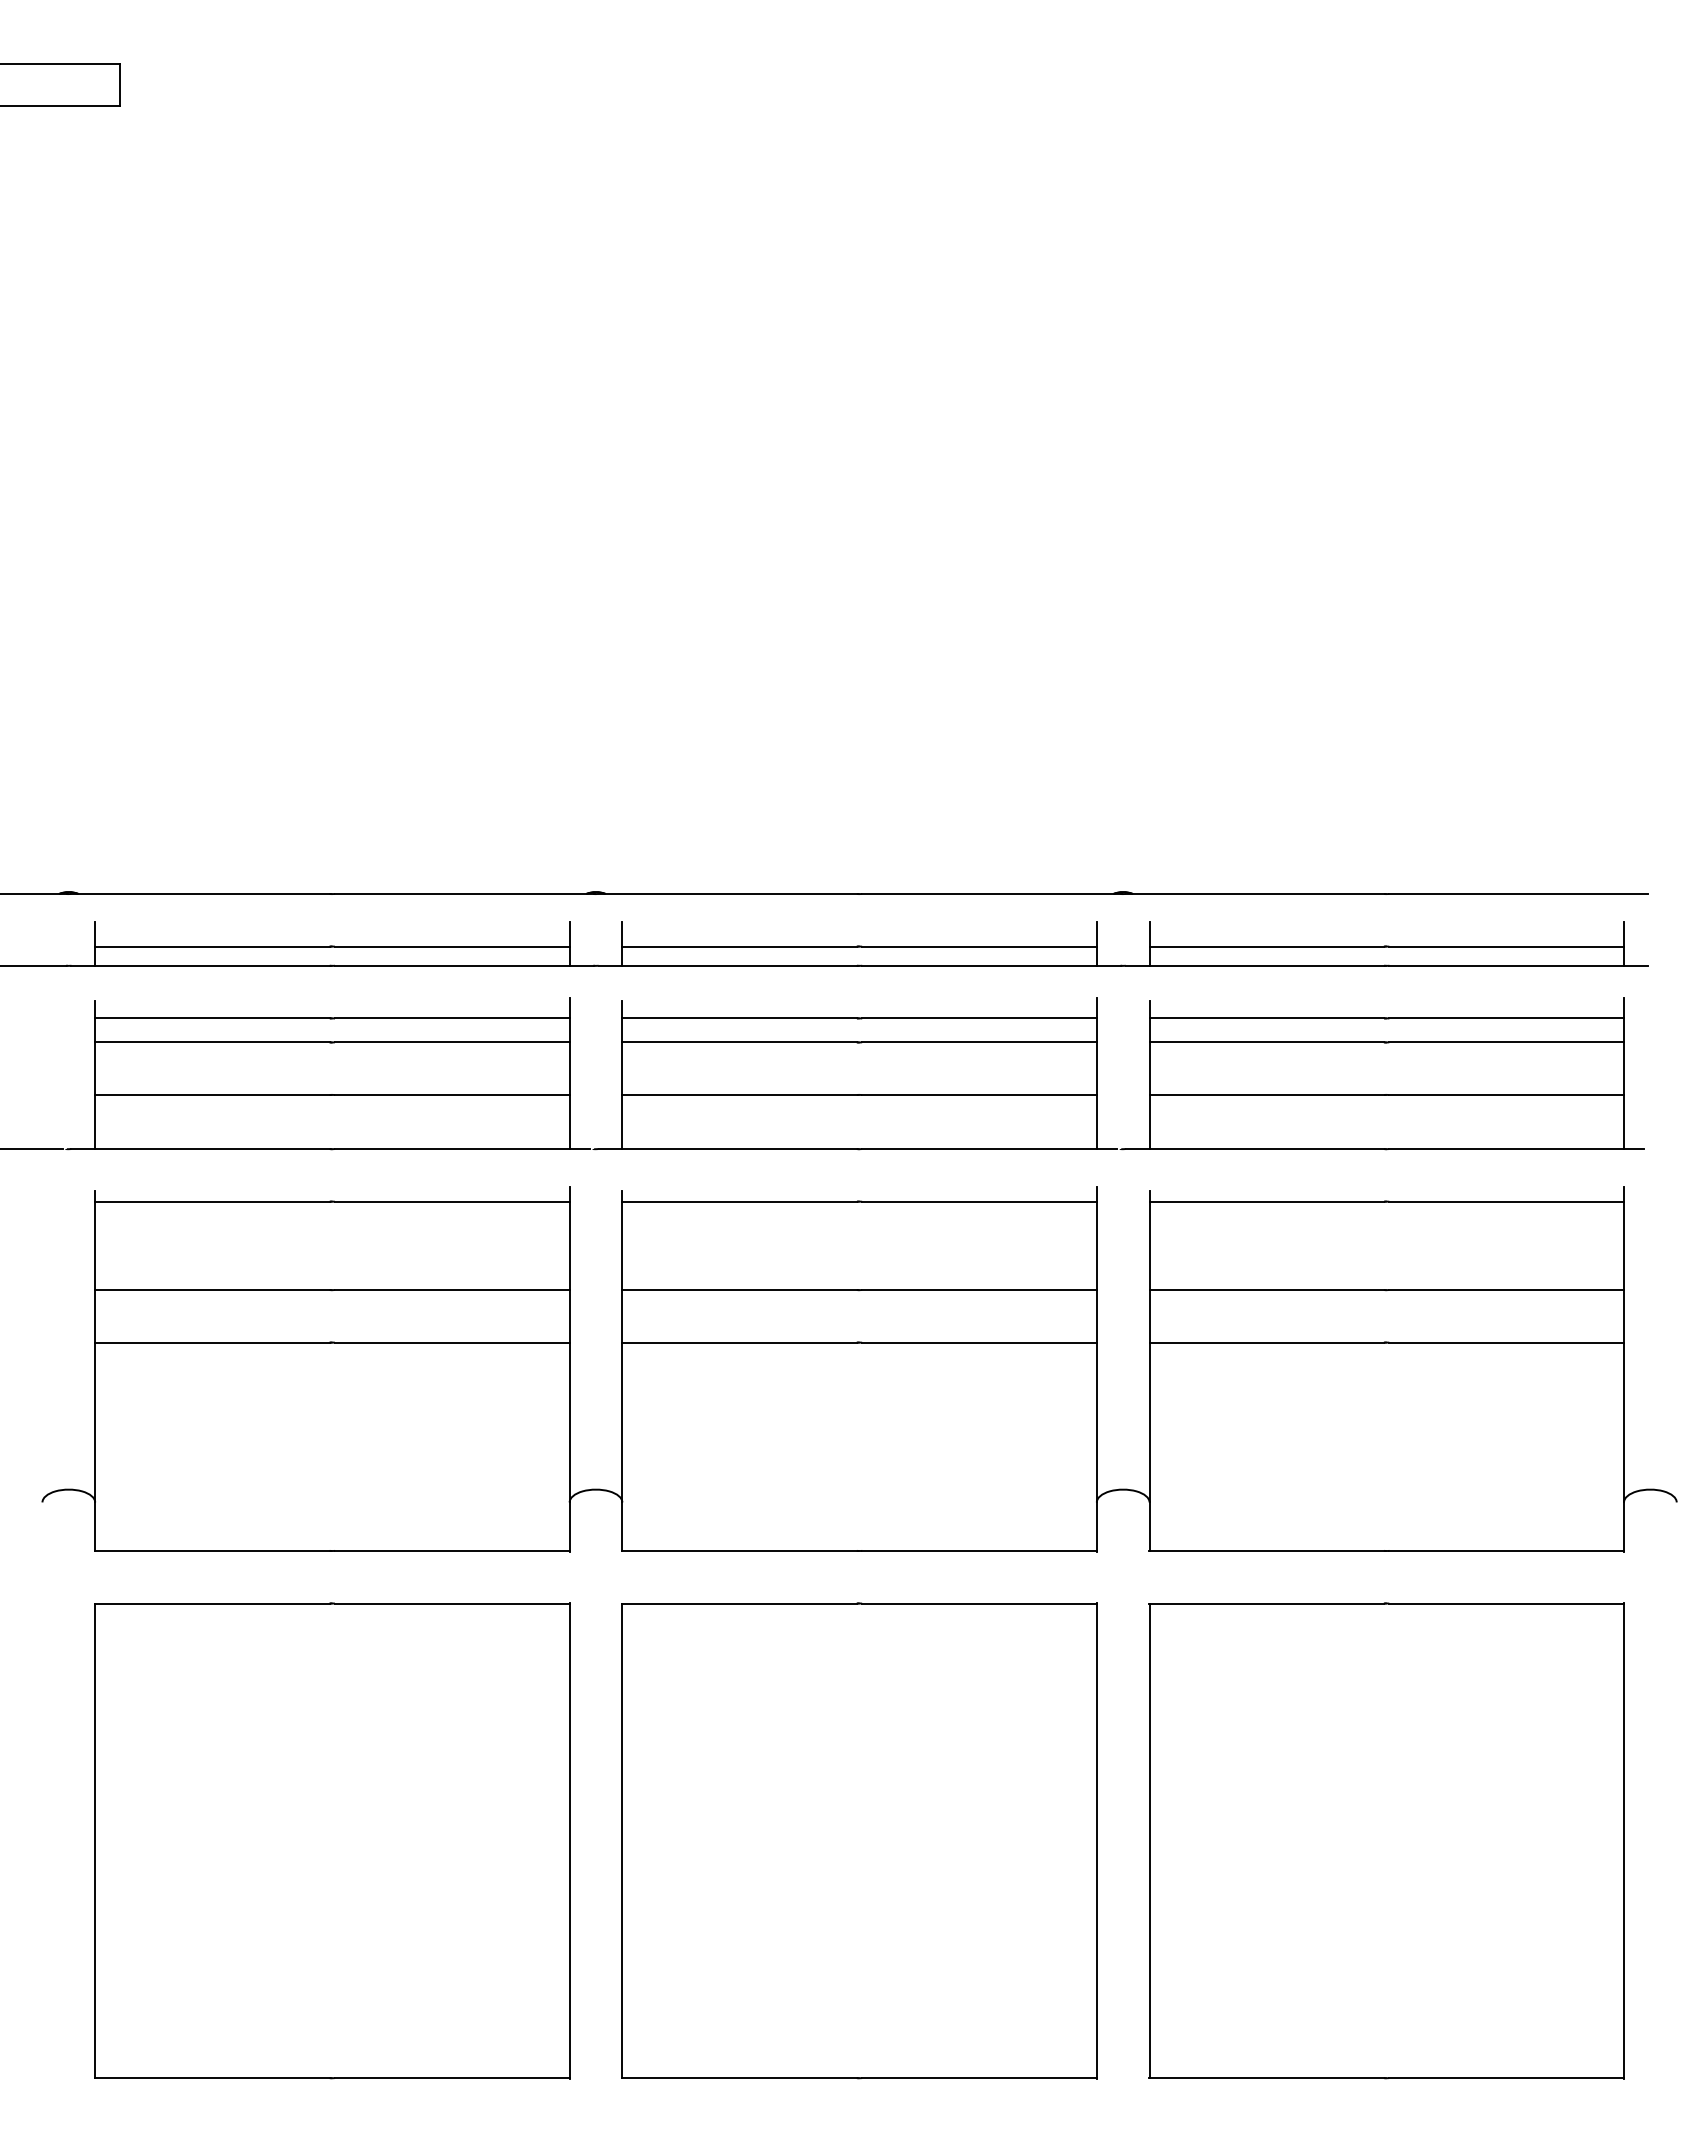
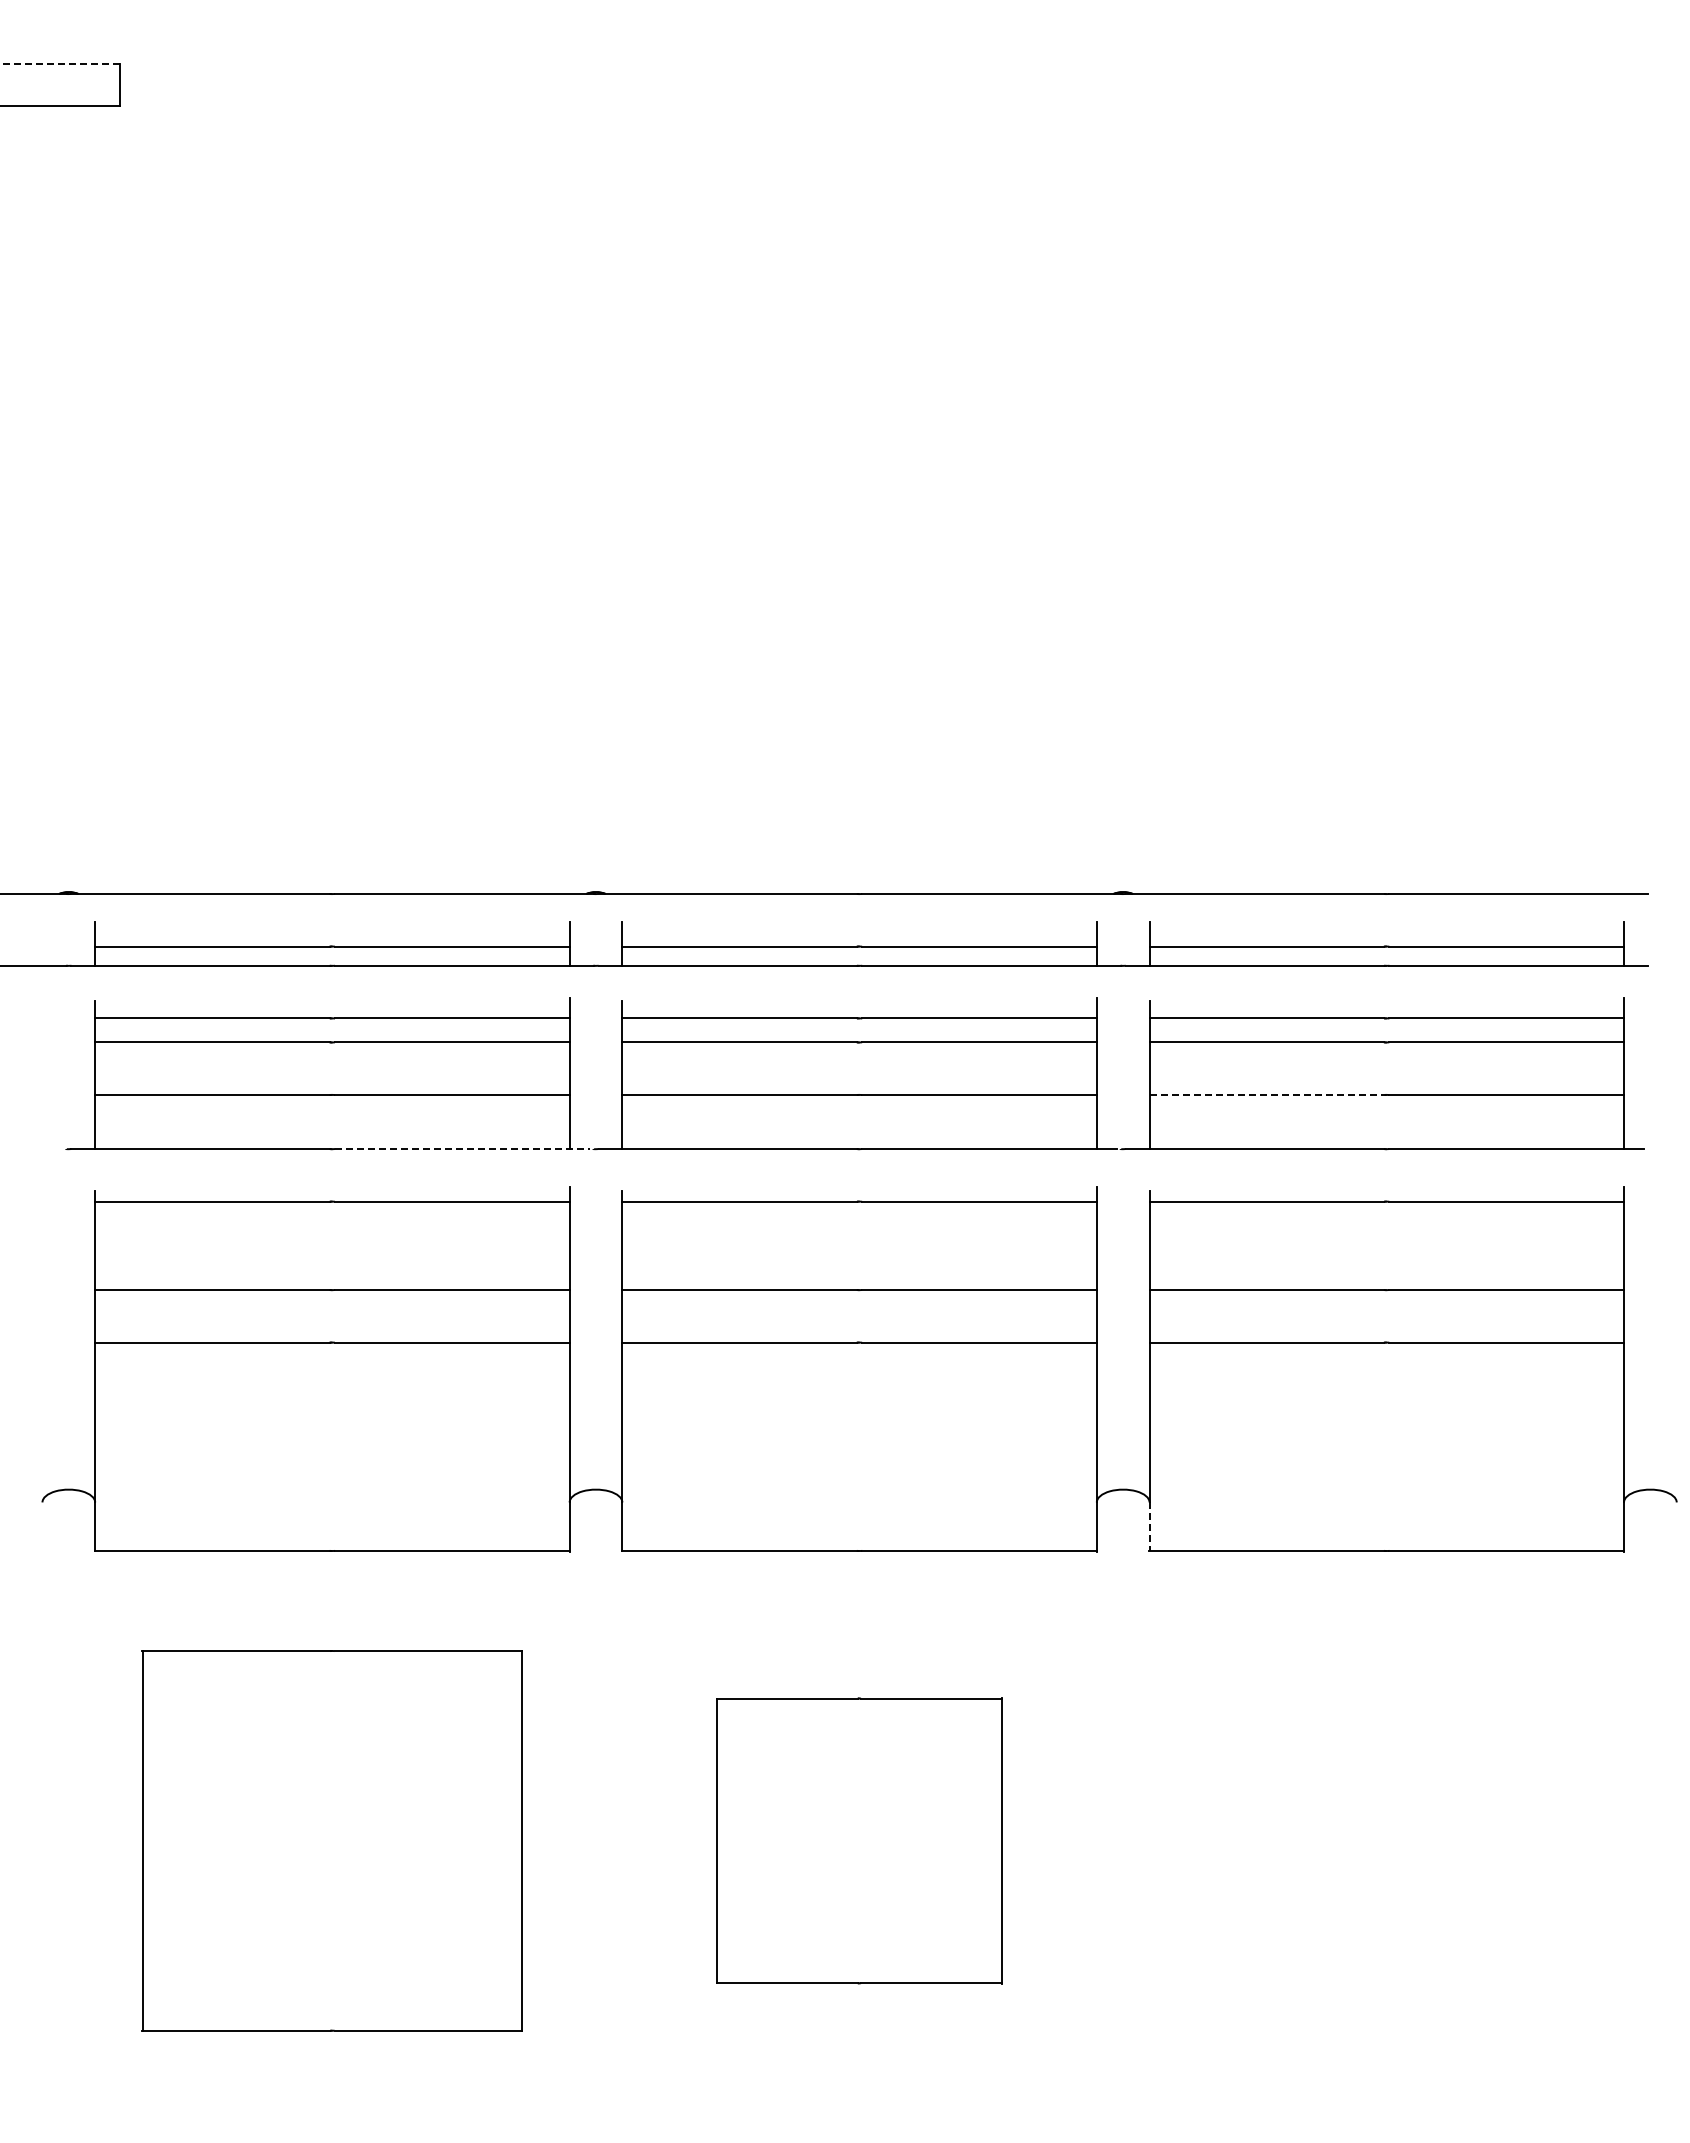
line at (60, 64): solid -> dashed
line at (1267, 1095): solid -> dashed
line at (32, 1149): present -> none
line at (463, 1149): solid -> dashed
line at (1149, 1527): solid -> dashed
part at (332, 1840) size: 477x478 px -> 382x382 px
part at (859, 1840) size: 477x478 px -> 287x288 px
part at (1386, 1840): present -> none
